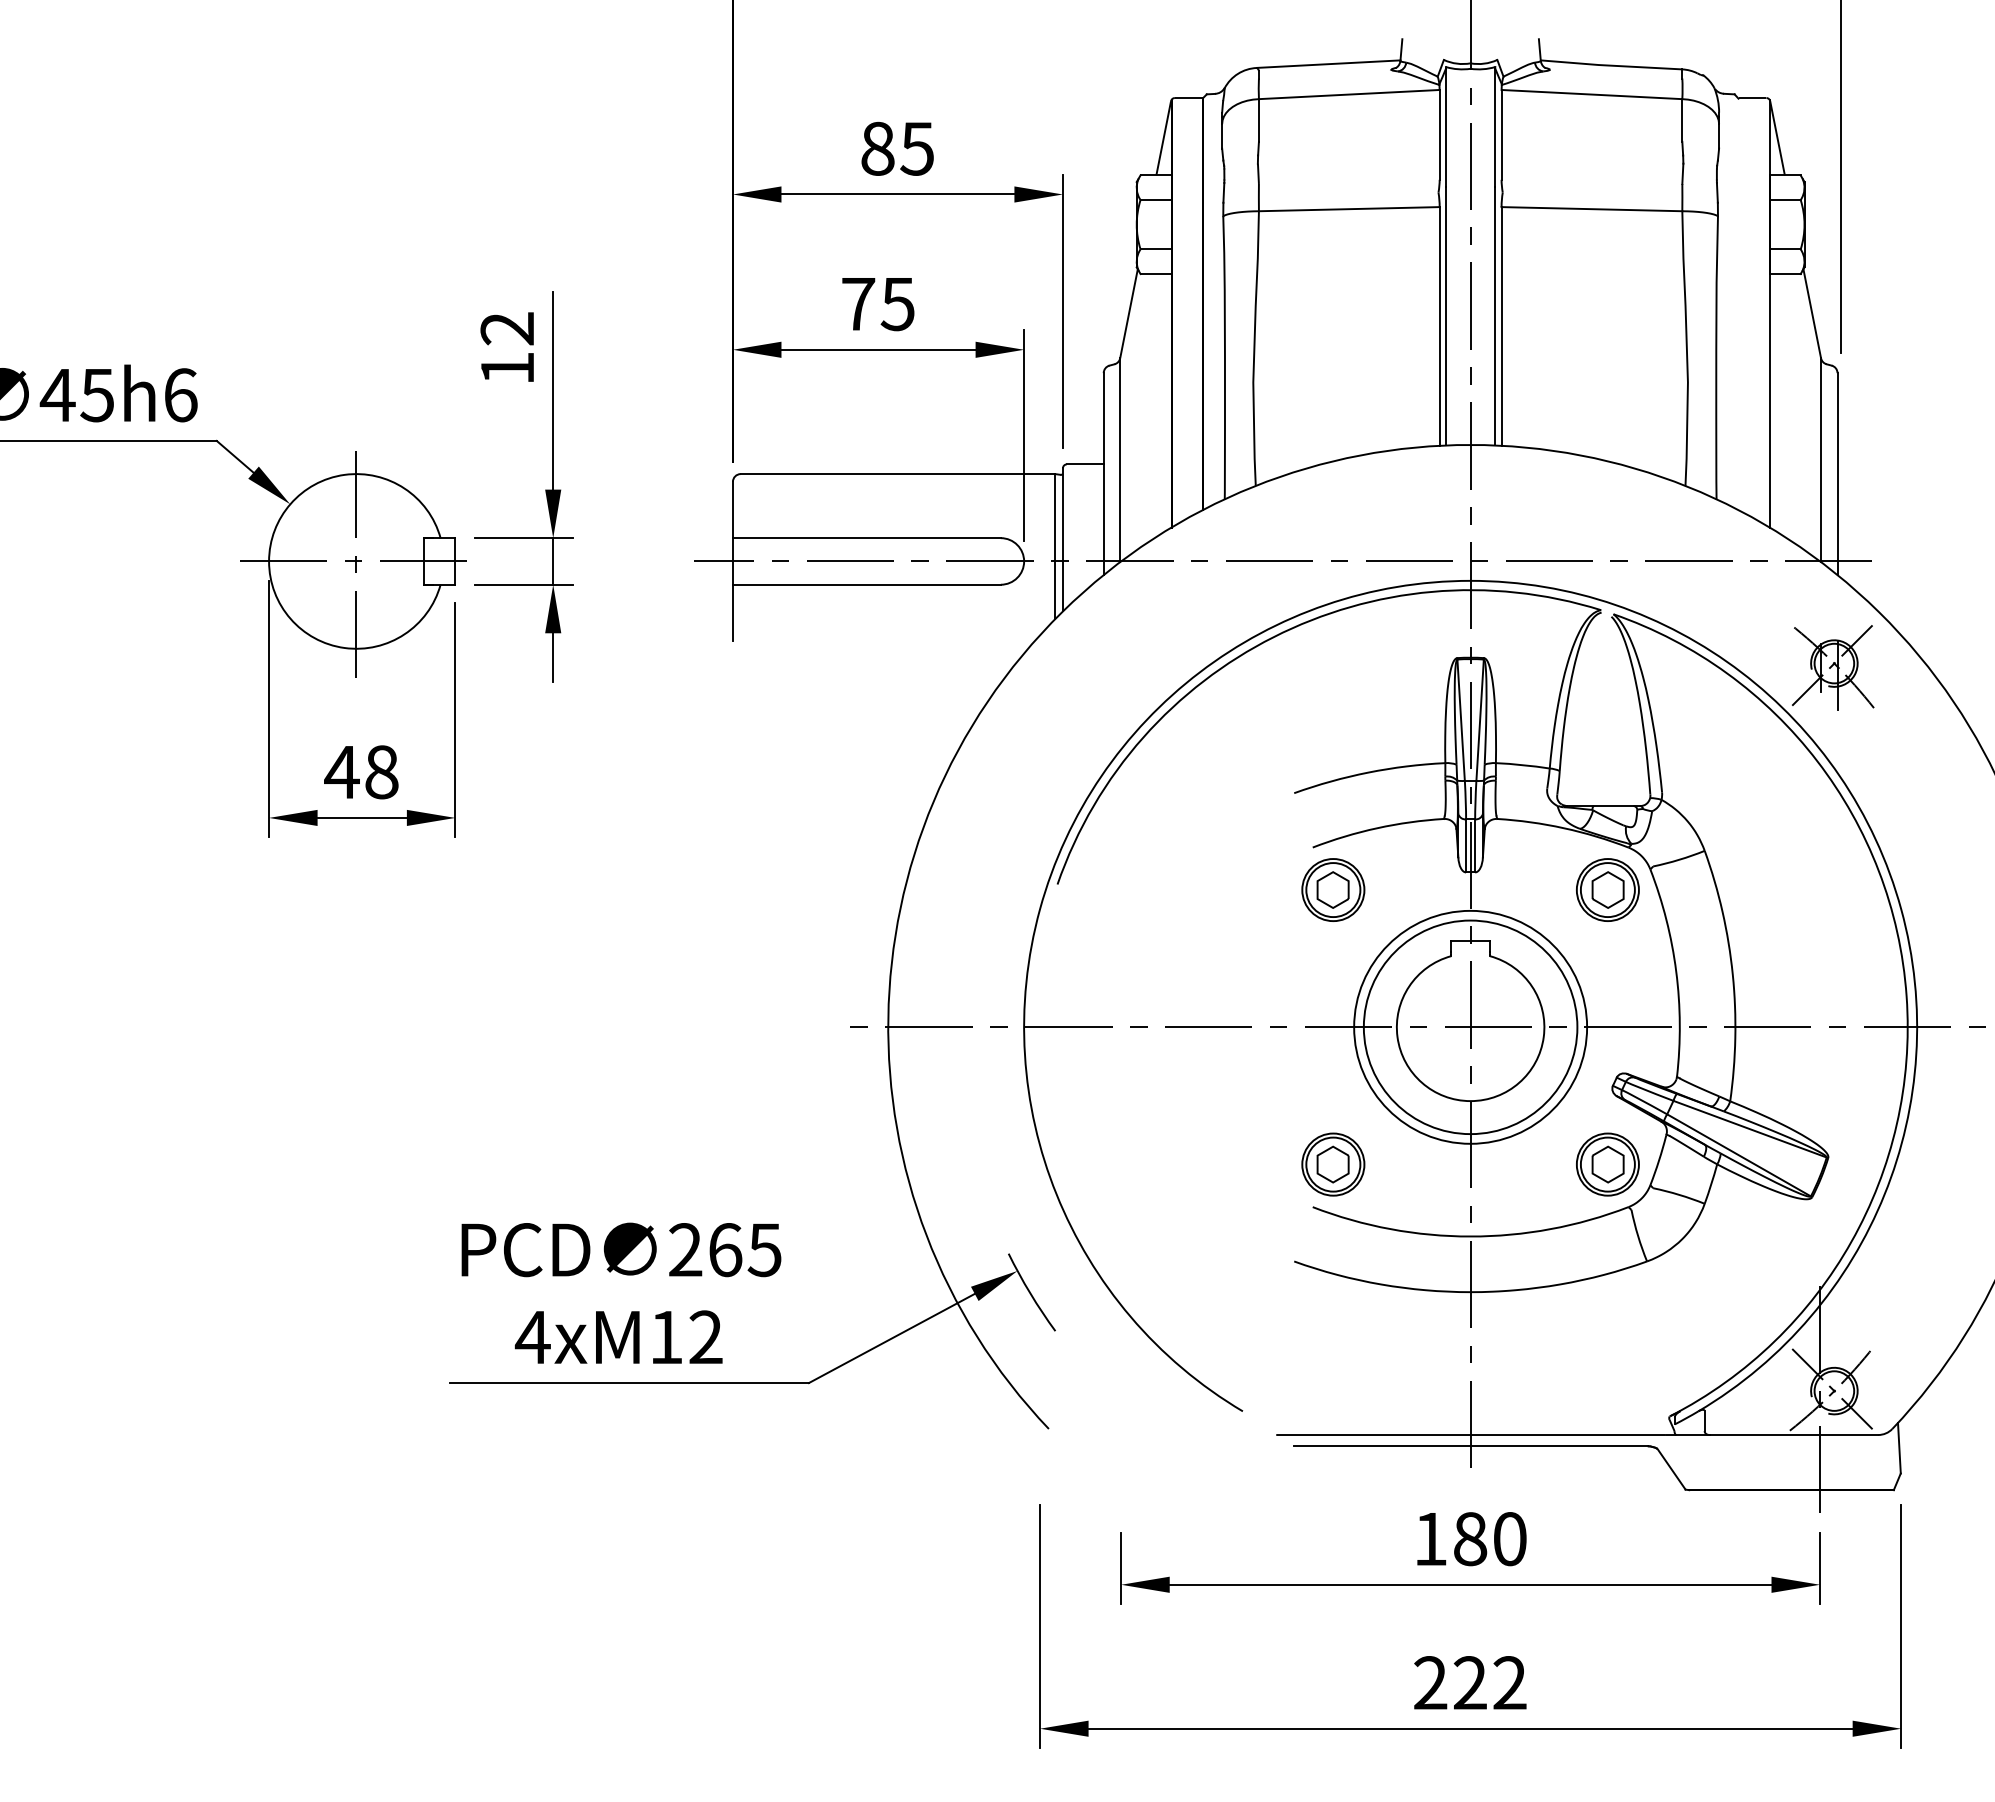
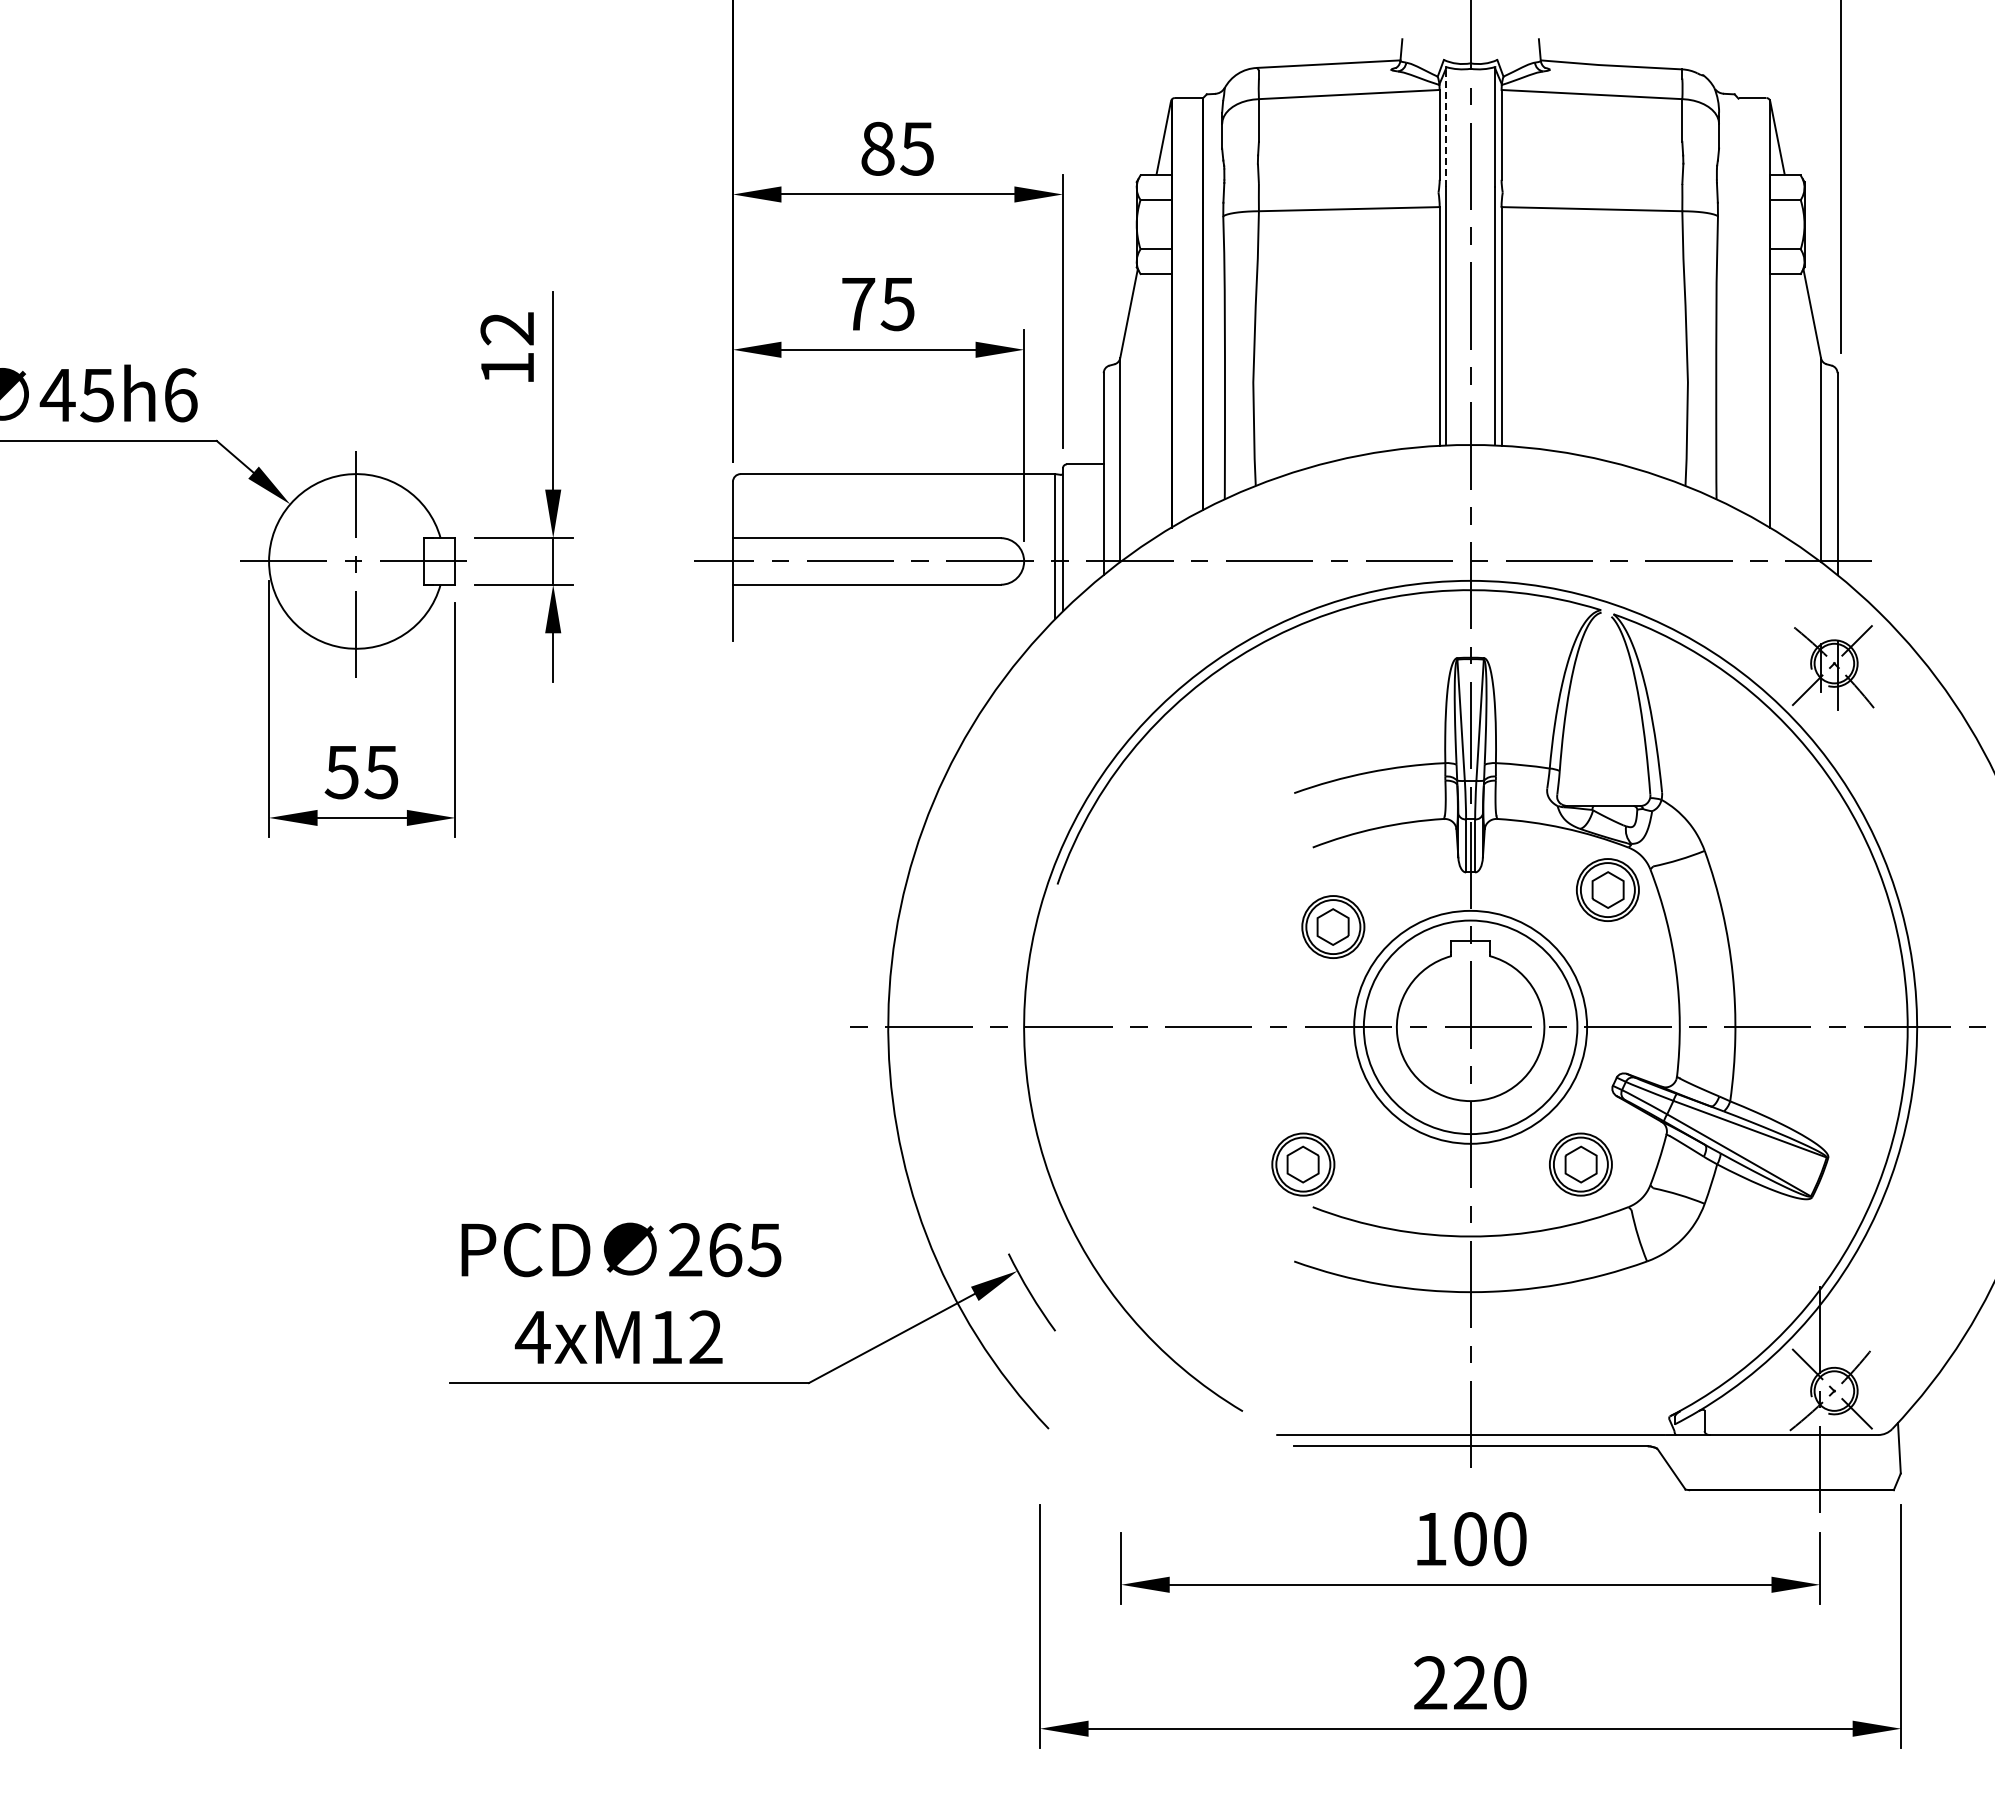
line at (1446, 127): solid -> dashed
text at (361, 772): 48 -> 55
part at (1333, 889) position: (1333, 889) -> (1333, 926)
part at (1333, 1164) position: (1333, 1164) -> (1303, 1164)
part at (1607, 1164) position: (1607, 1164) -> (1580, 1164)
text at (1470, 1538): 180 -> 100
text at (1509, 1683): 222 -> 220
